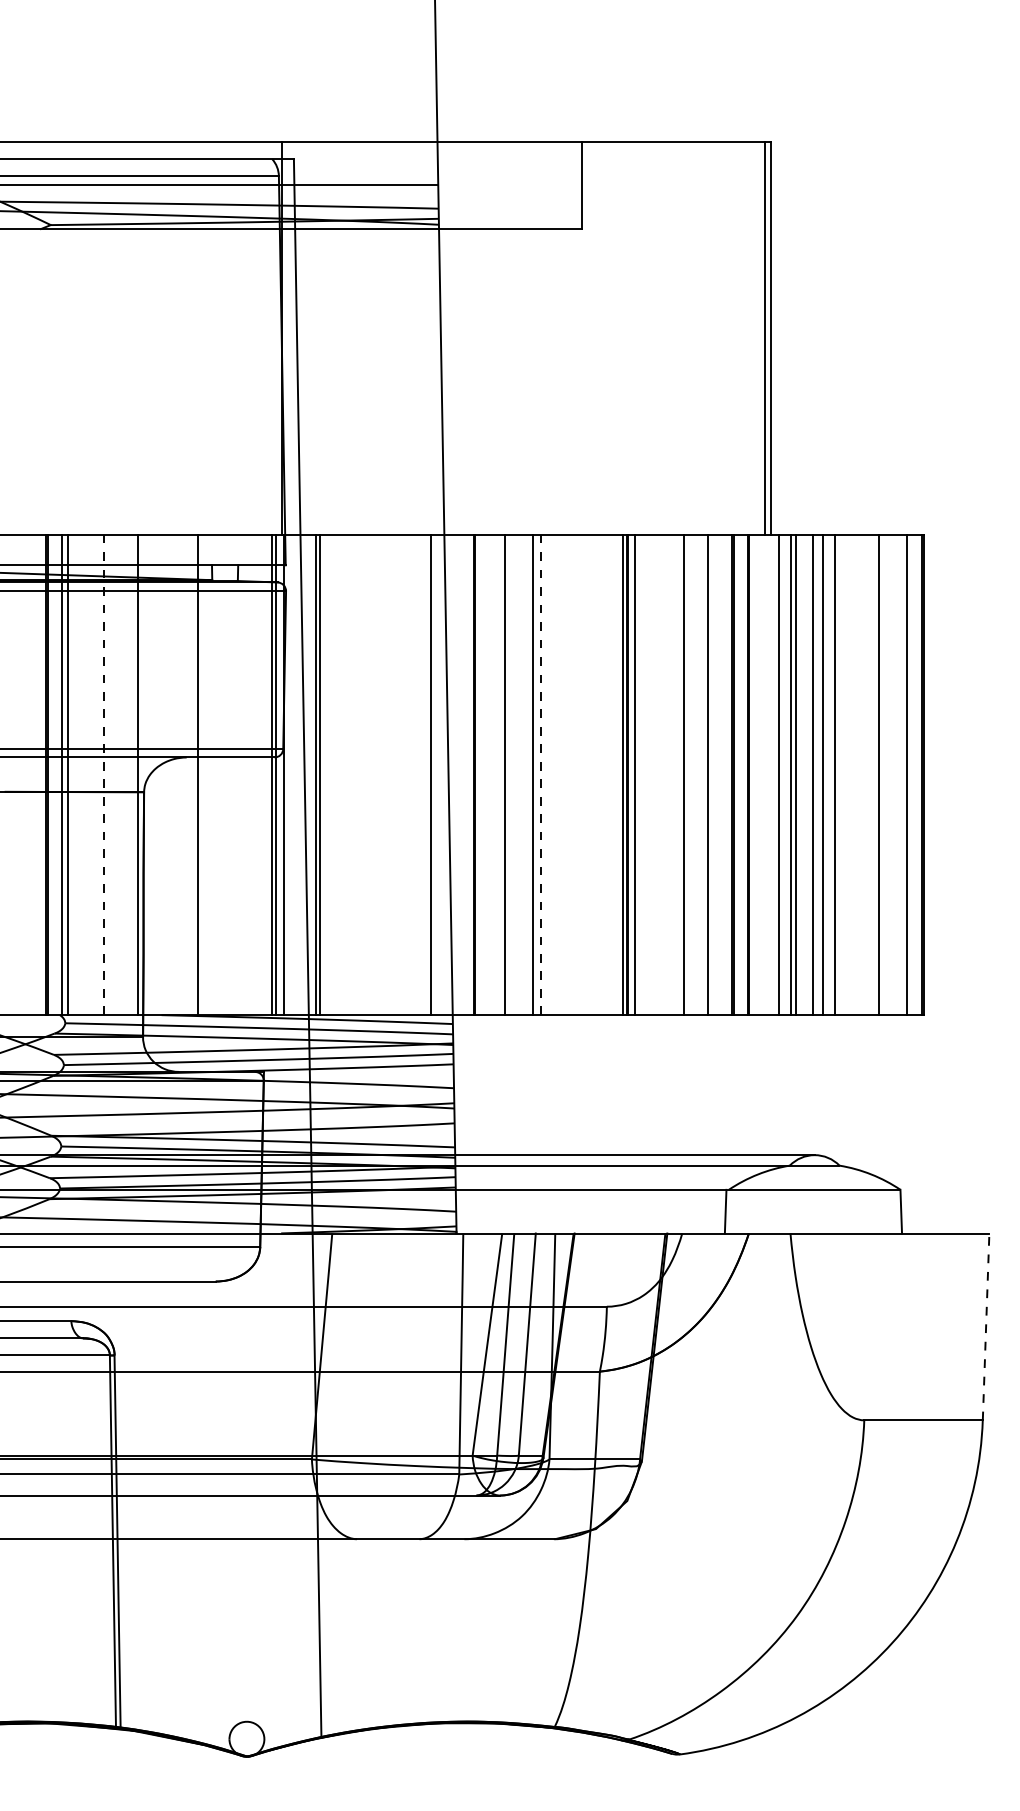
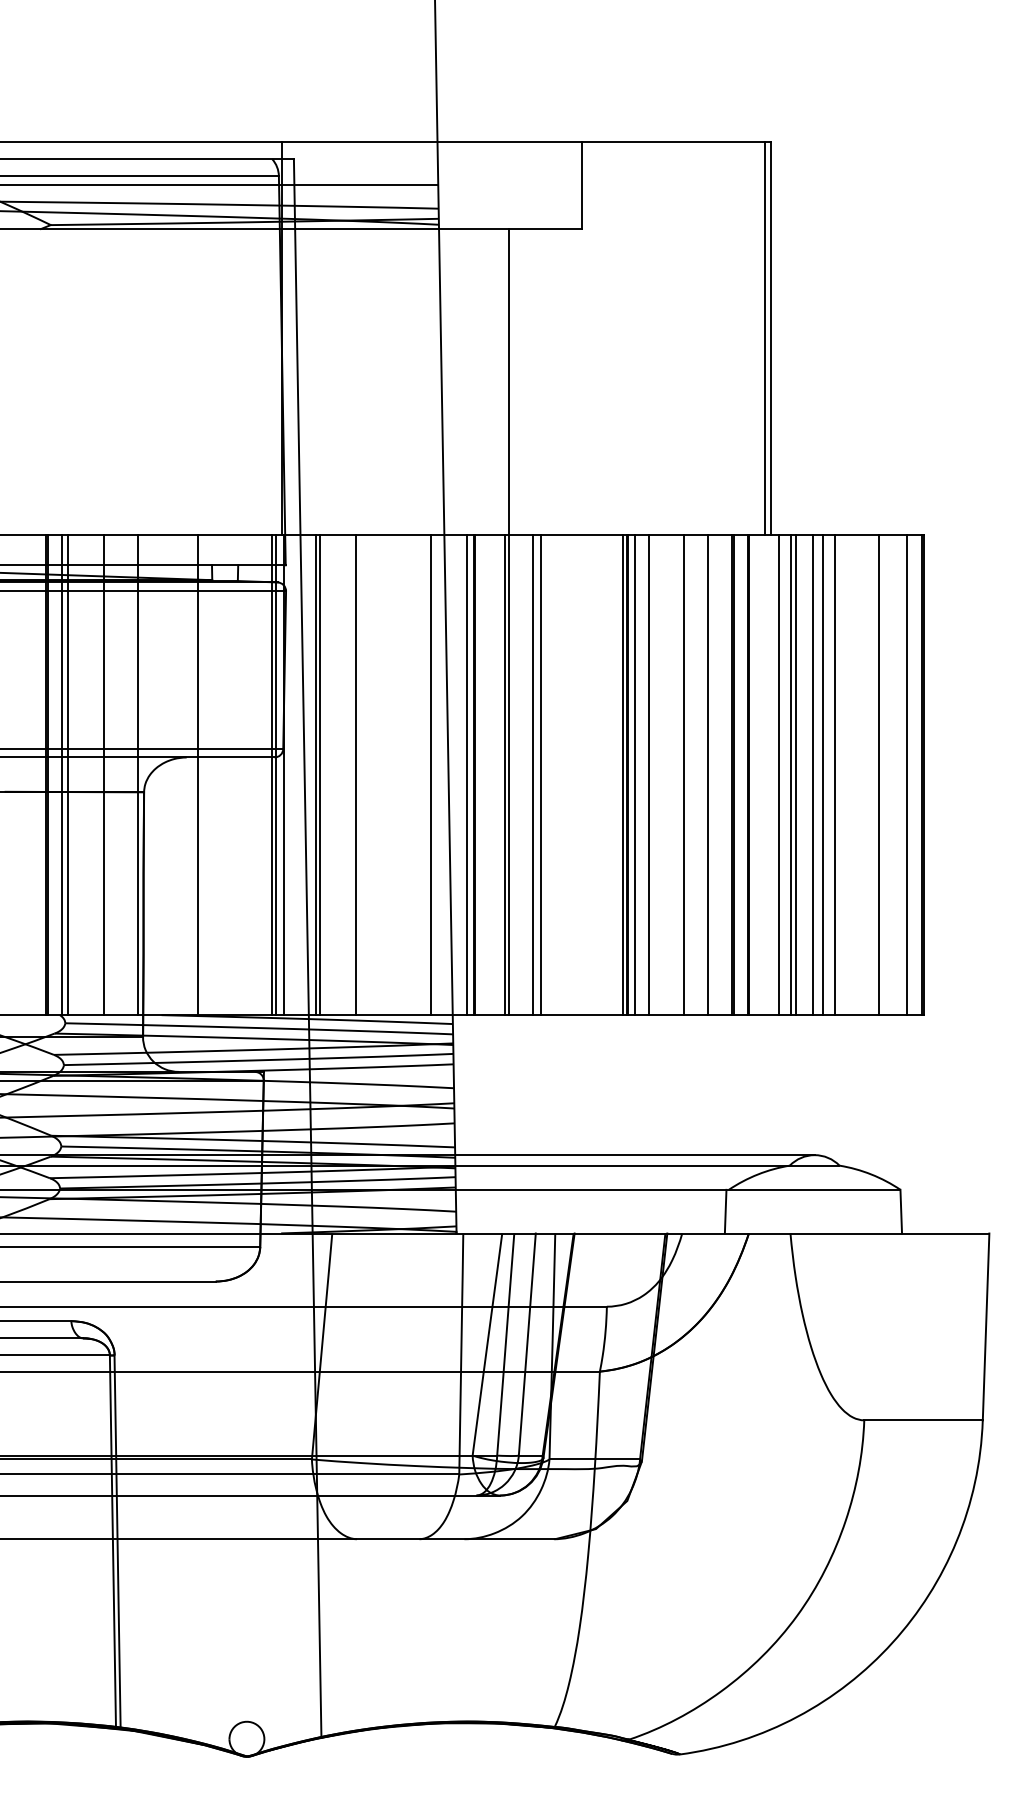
line at (508, 622): none -> present
line at (103, 774): dashed -> solid
line at (356, 774): none -> present
line at (467, 774): none -> present
line at (540, 774): dashed -> solid
line at (649, 774): none -> present
line at (986, 1326): dashed -> solid
